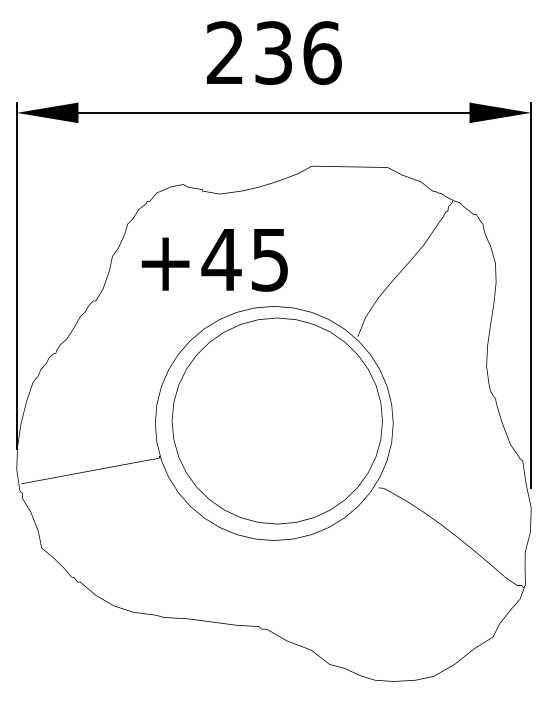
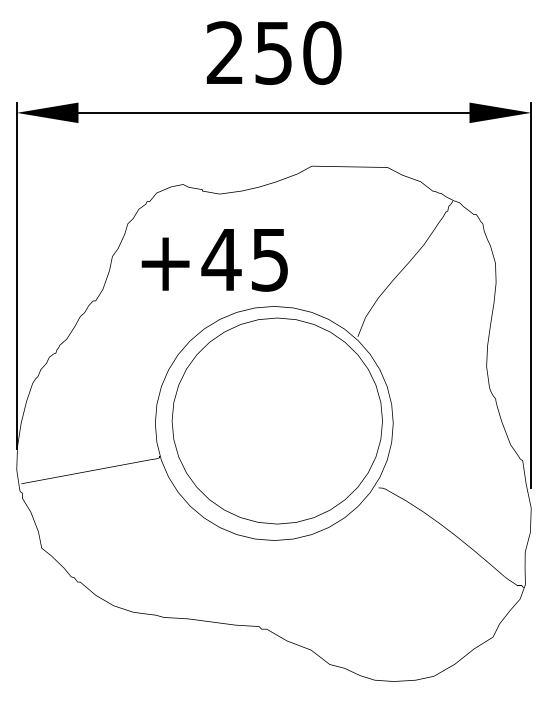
text at (298, 52): 236 -> 250
